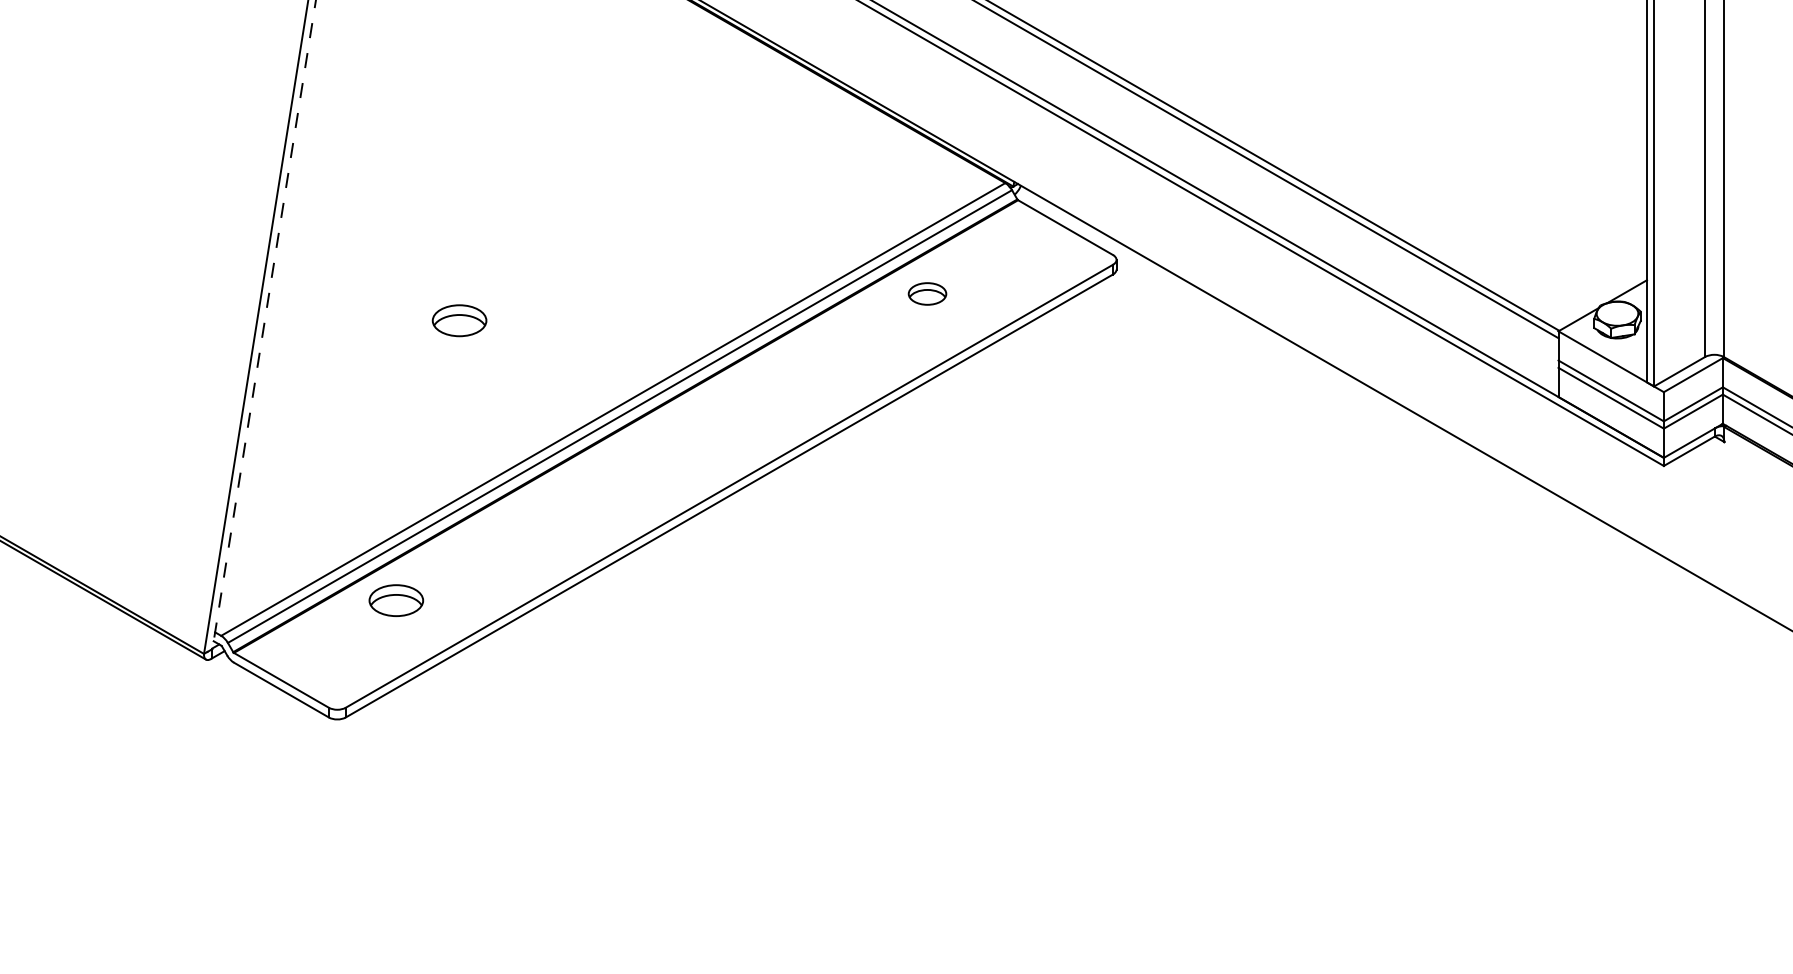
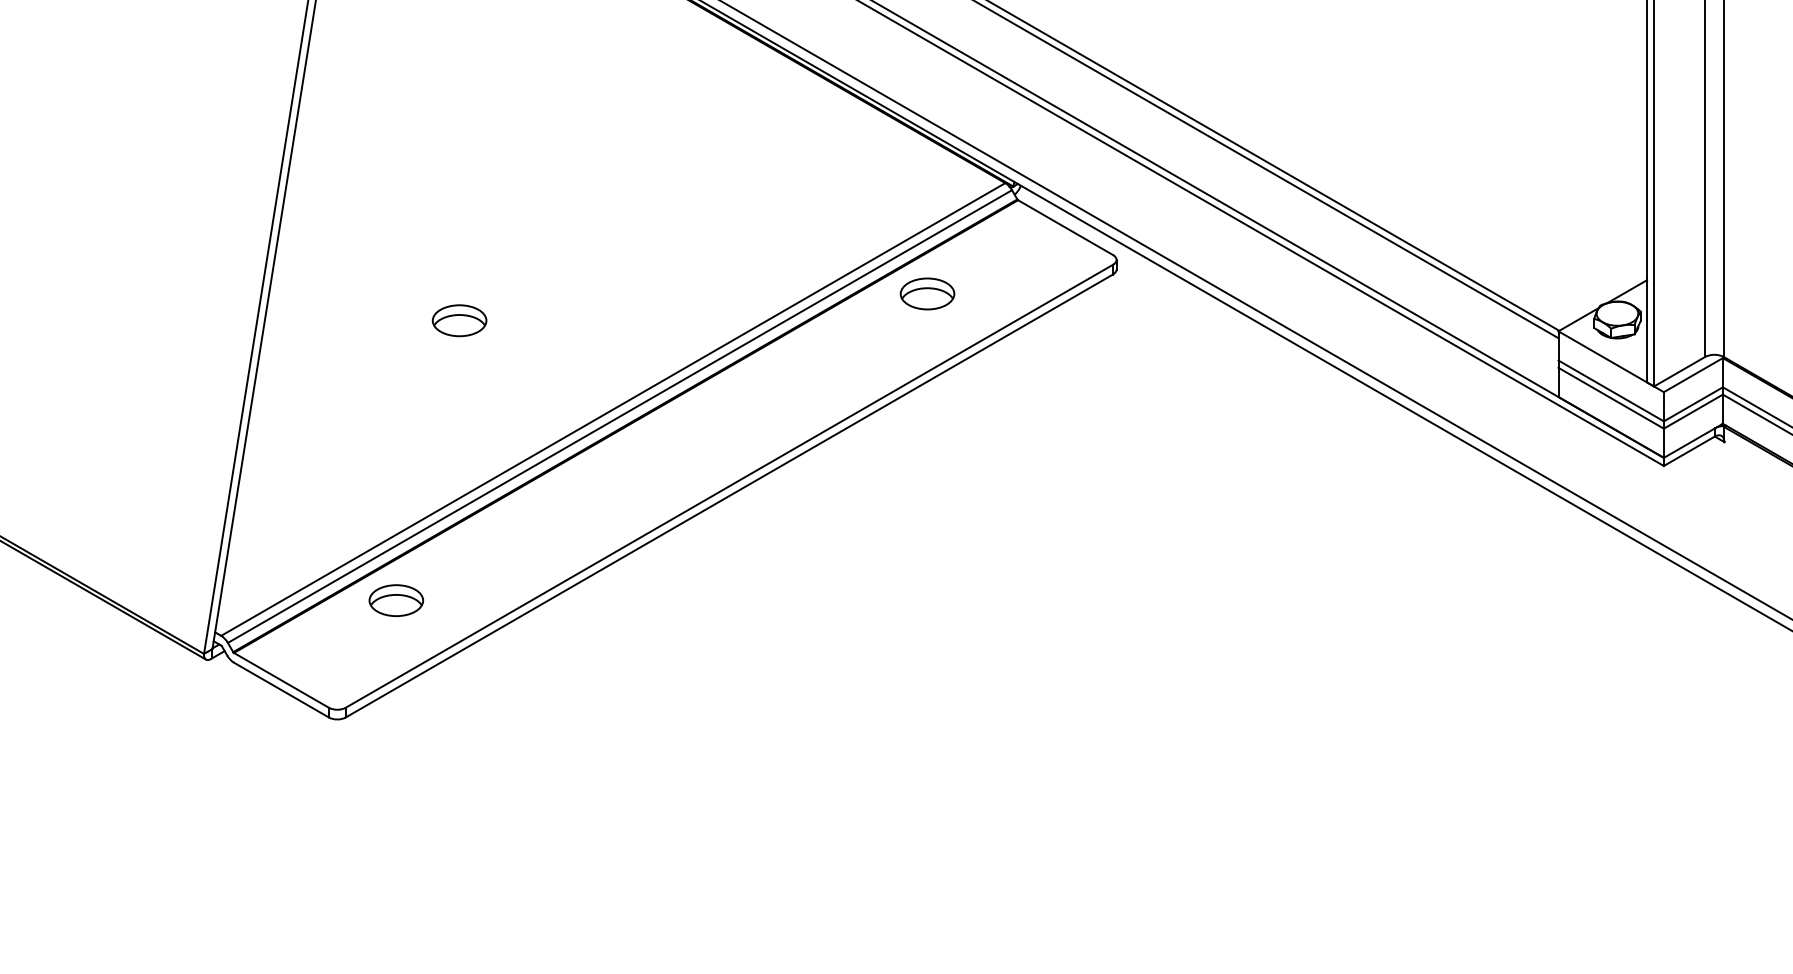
part at (927, 293) size: 41x24 px -> 57x34 px
line at (1255, 309): none -> present
line at (264, 325): dashed -> solid
